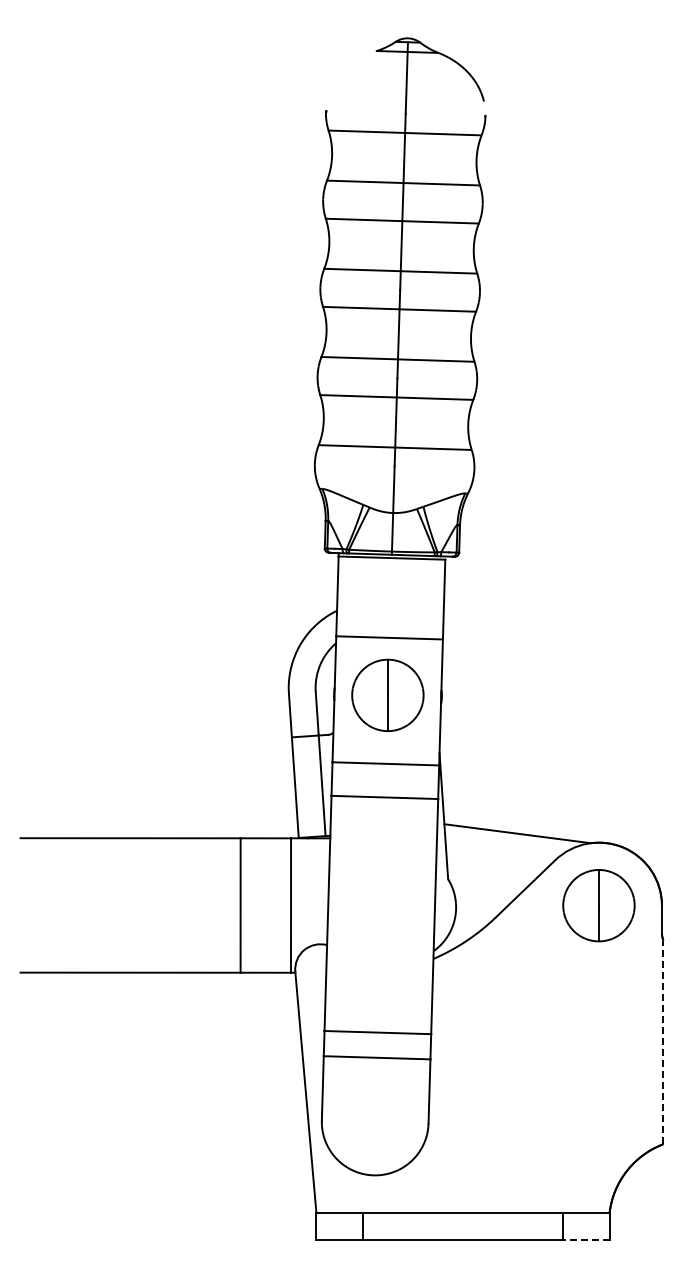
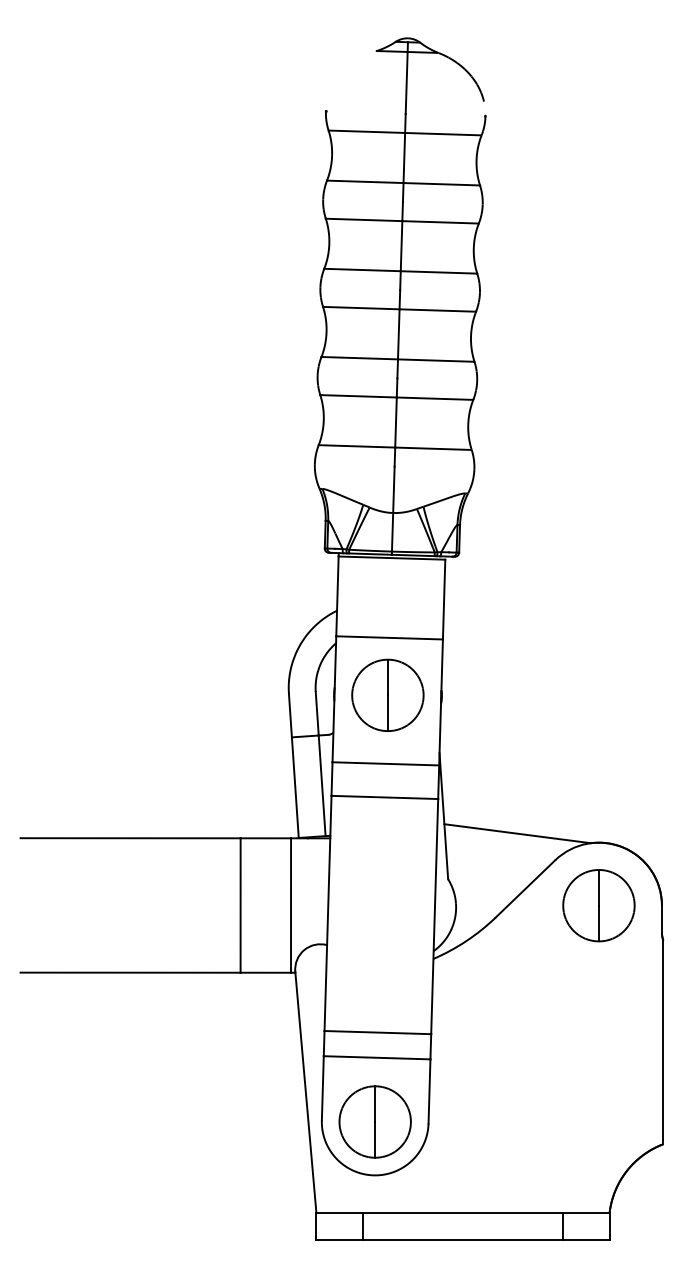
line at (663, 1042): dashed -> solid
part at (374, 1121): none -> present
line at (586, 1239): dashed -> solid
